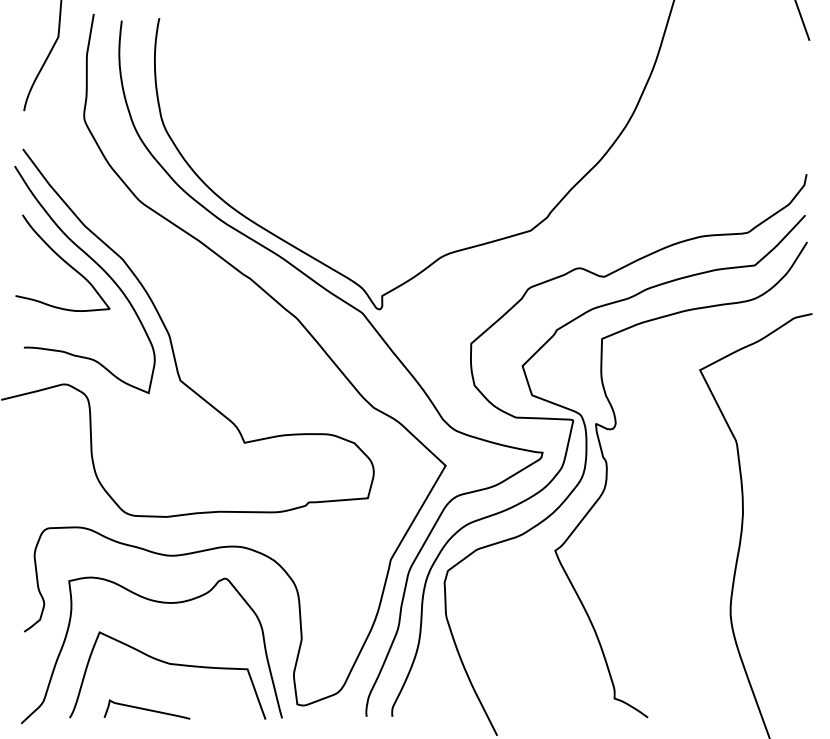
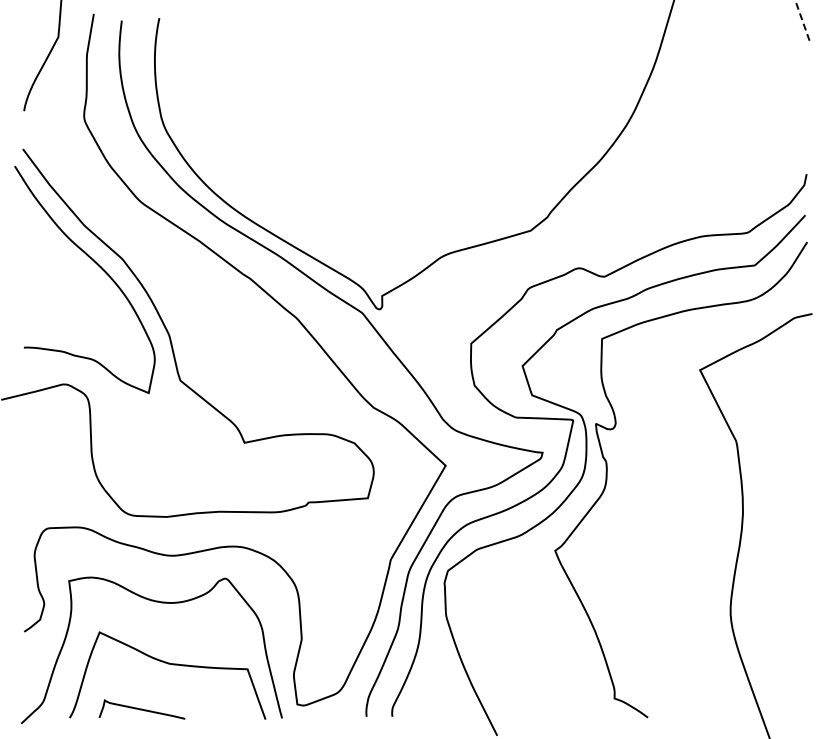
line at (802, 20): solid -> dashed
curve at (63, 261): present -> none
curve at (146, 709) position: (146, 709) -> (141, 709)
